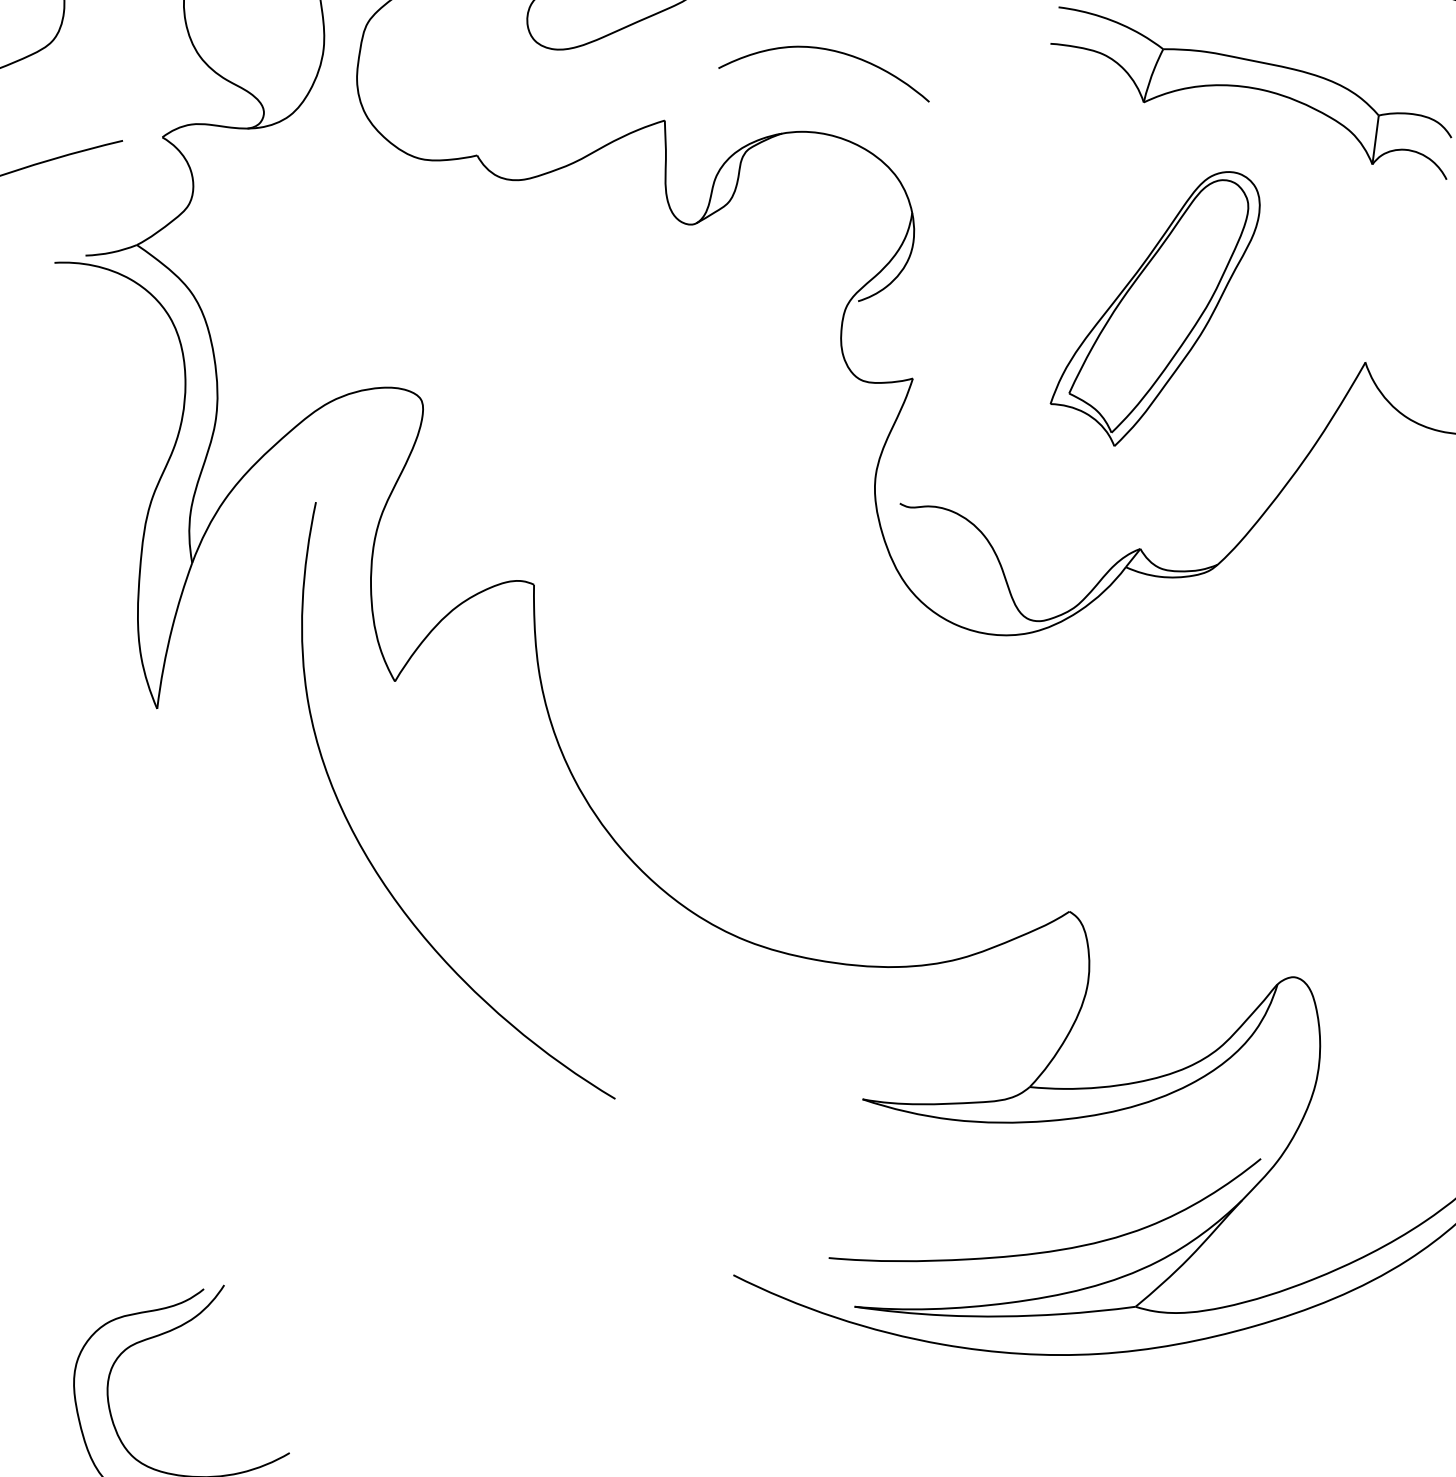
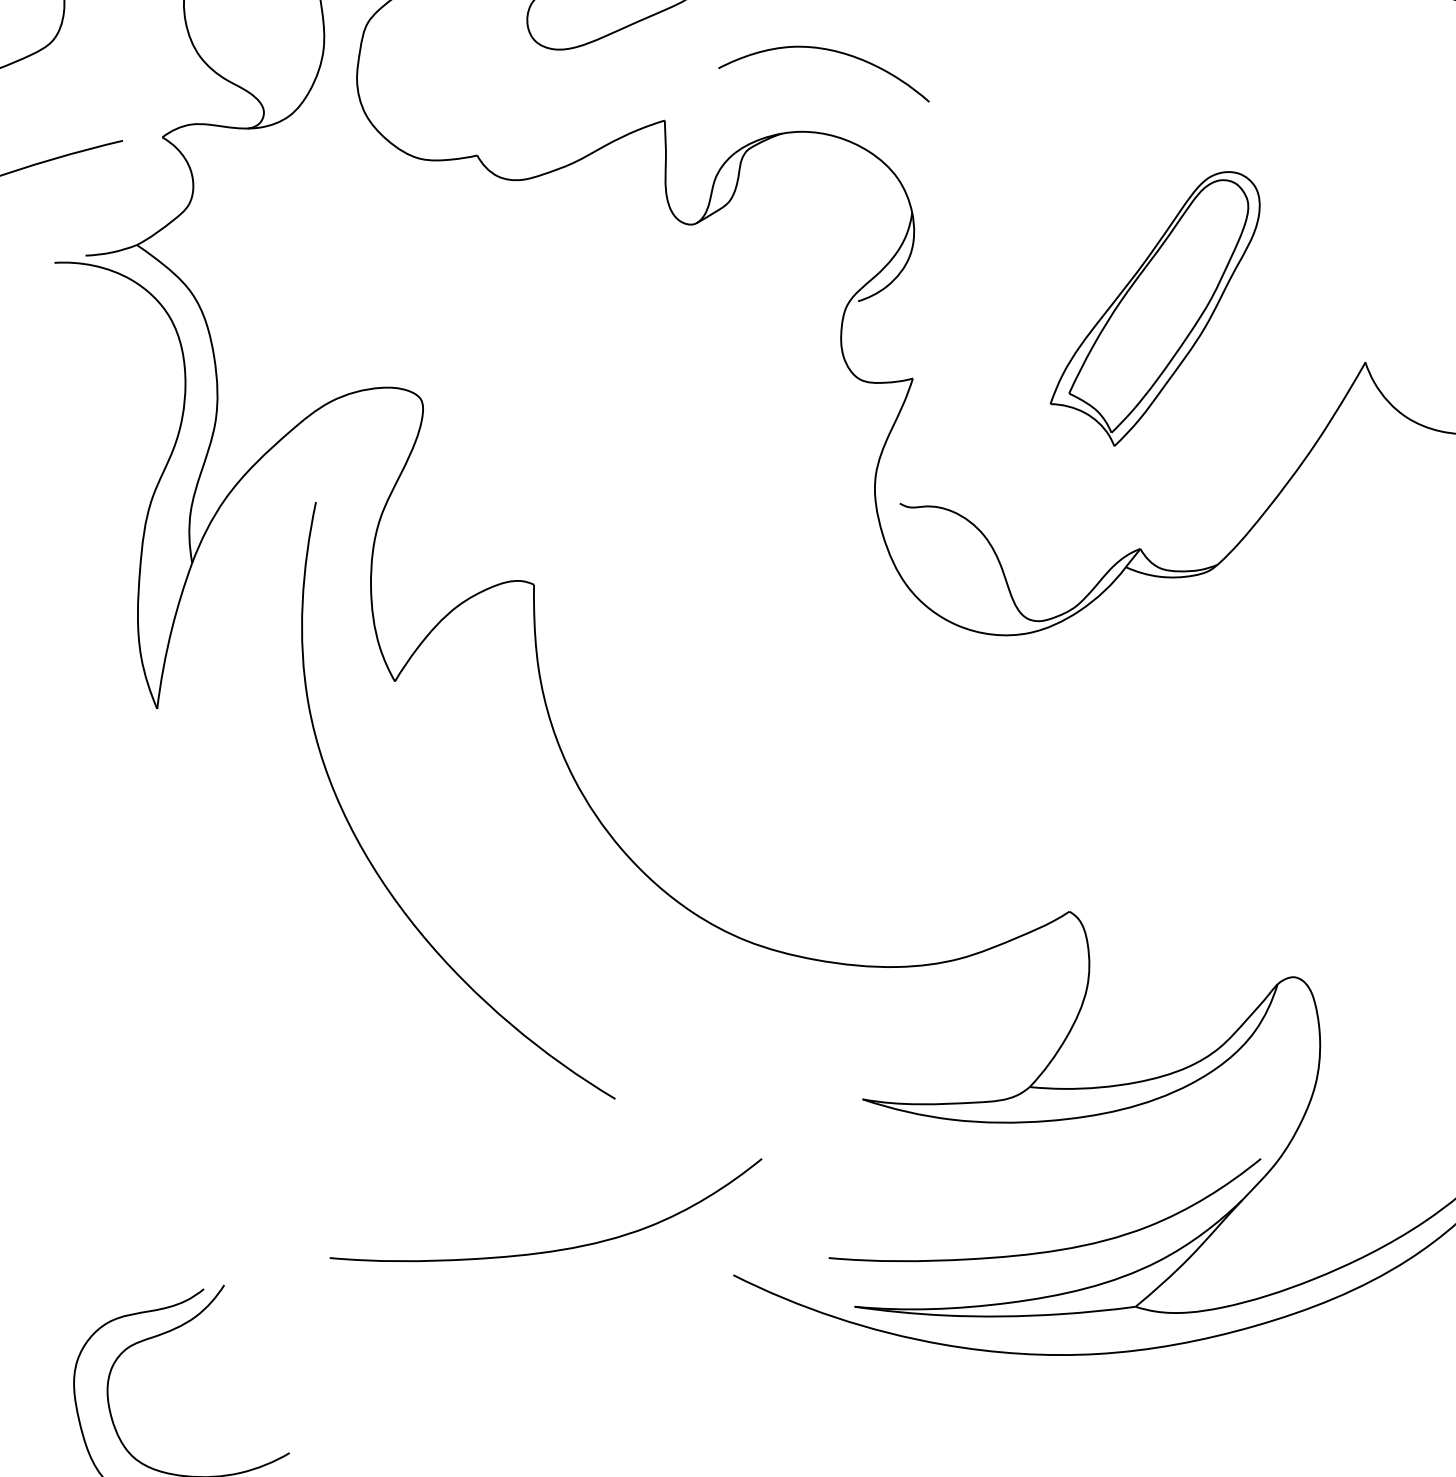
part at (1251, 92): present -> none
curve at (550, 1250): none -> present
